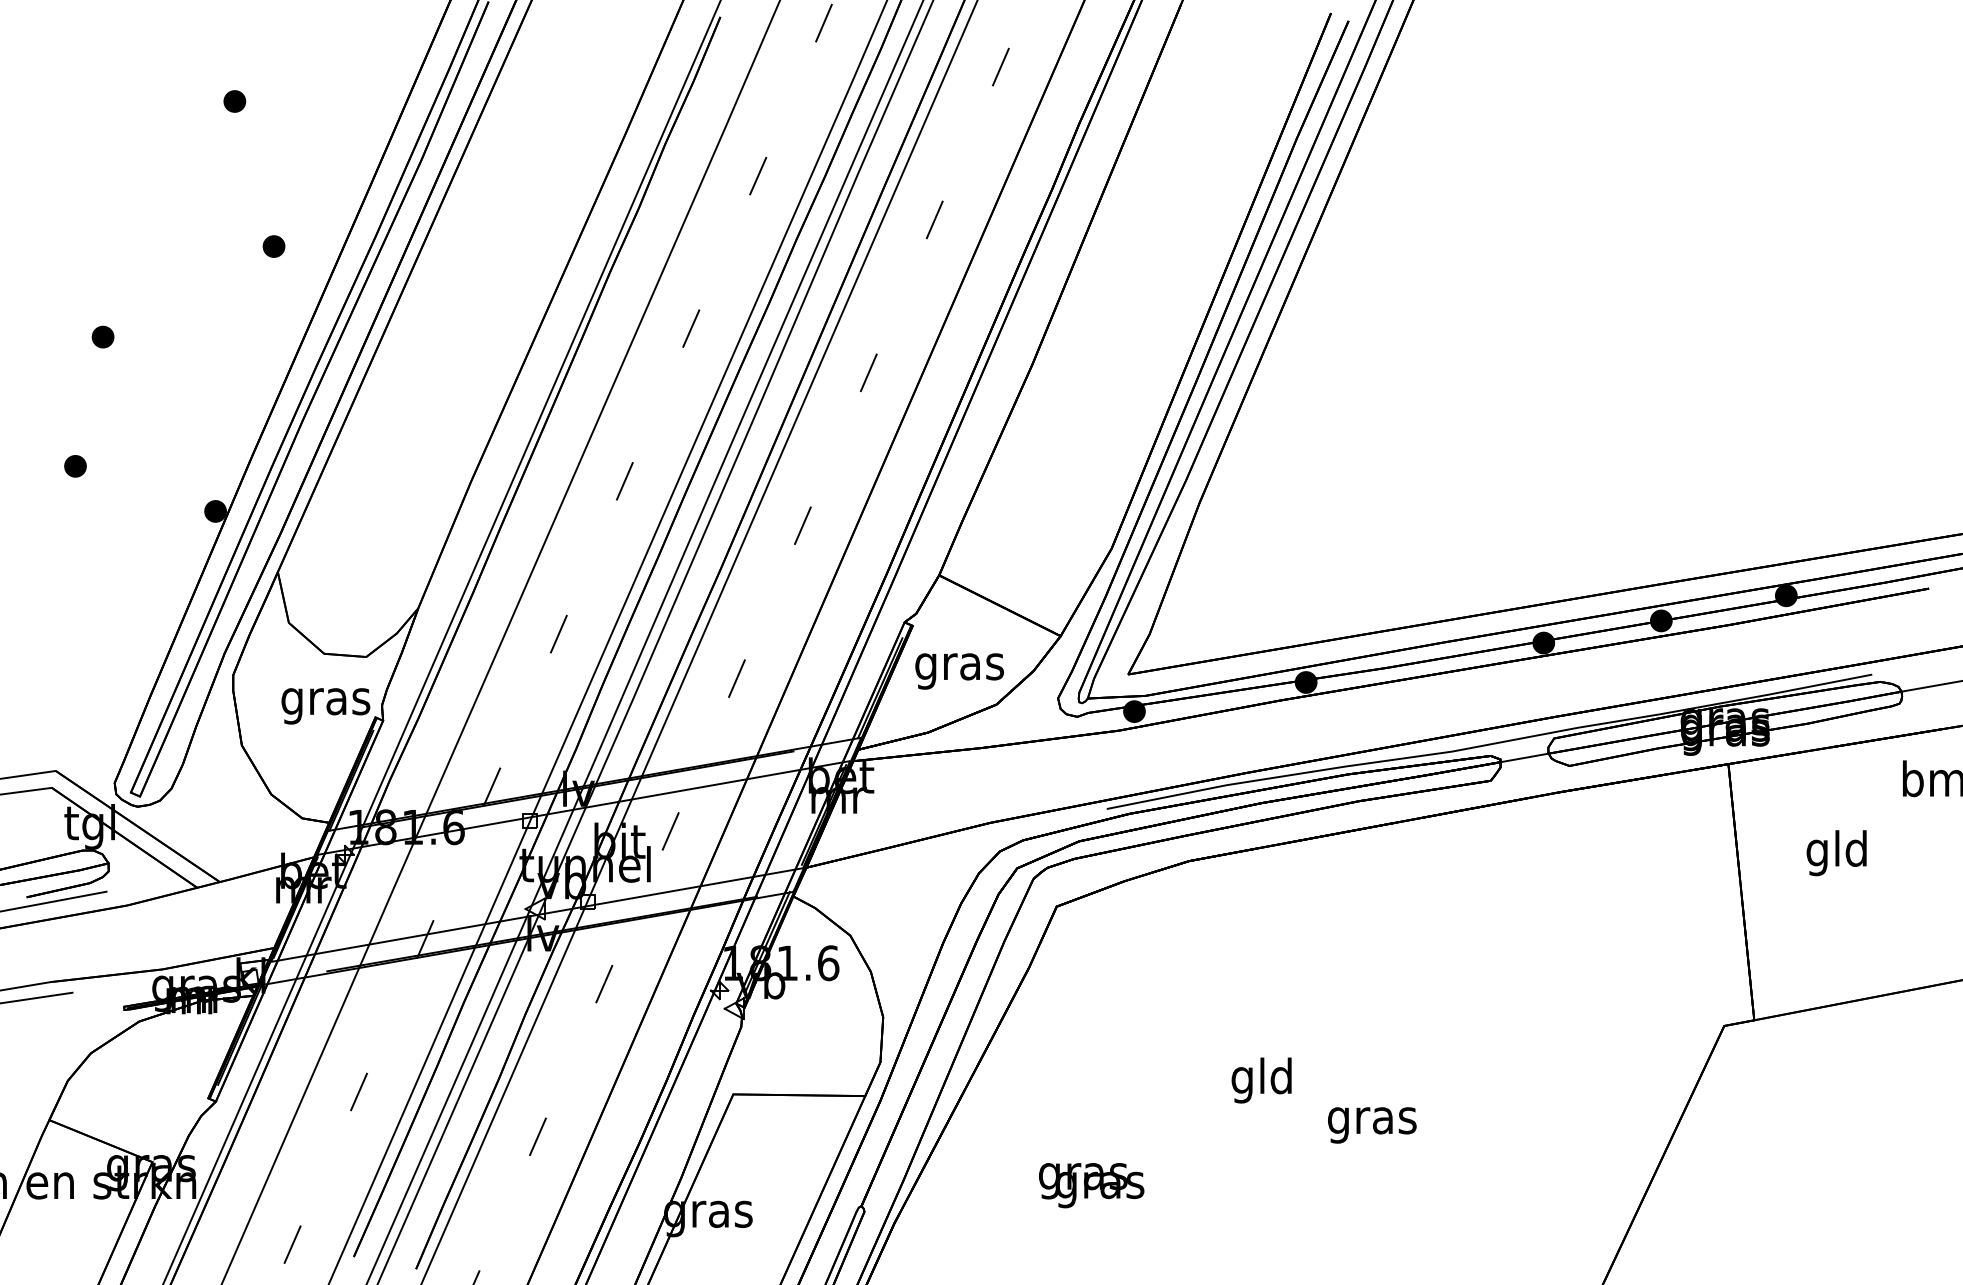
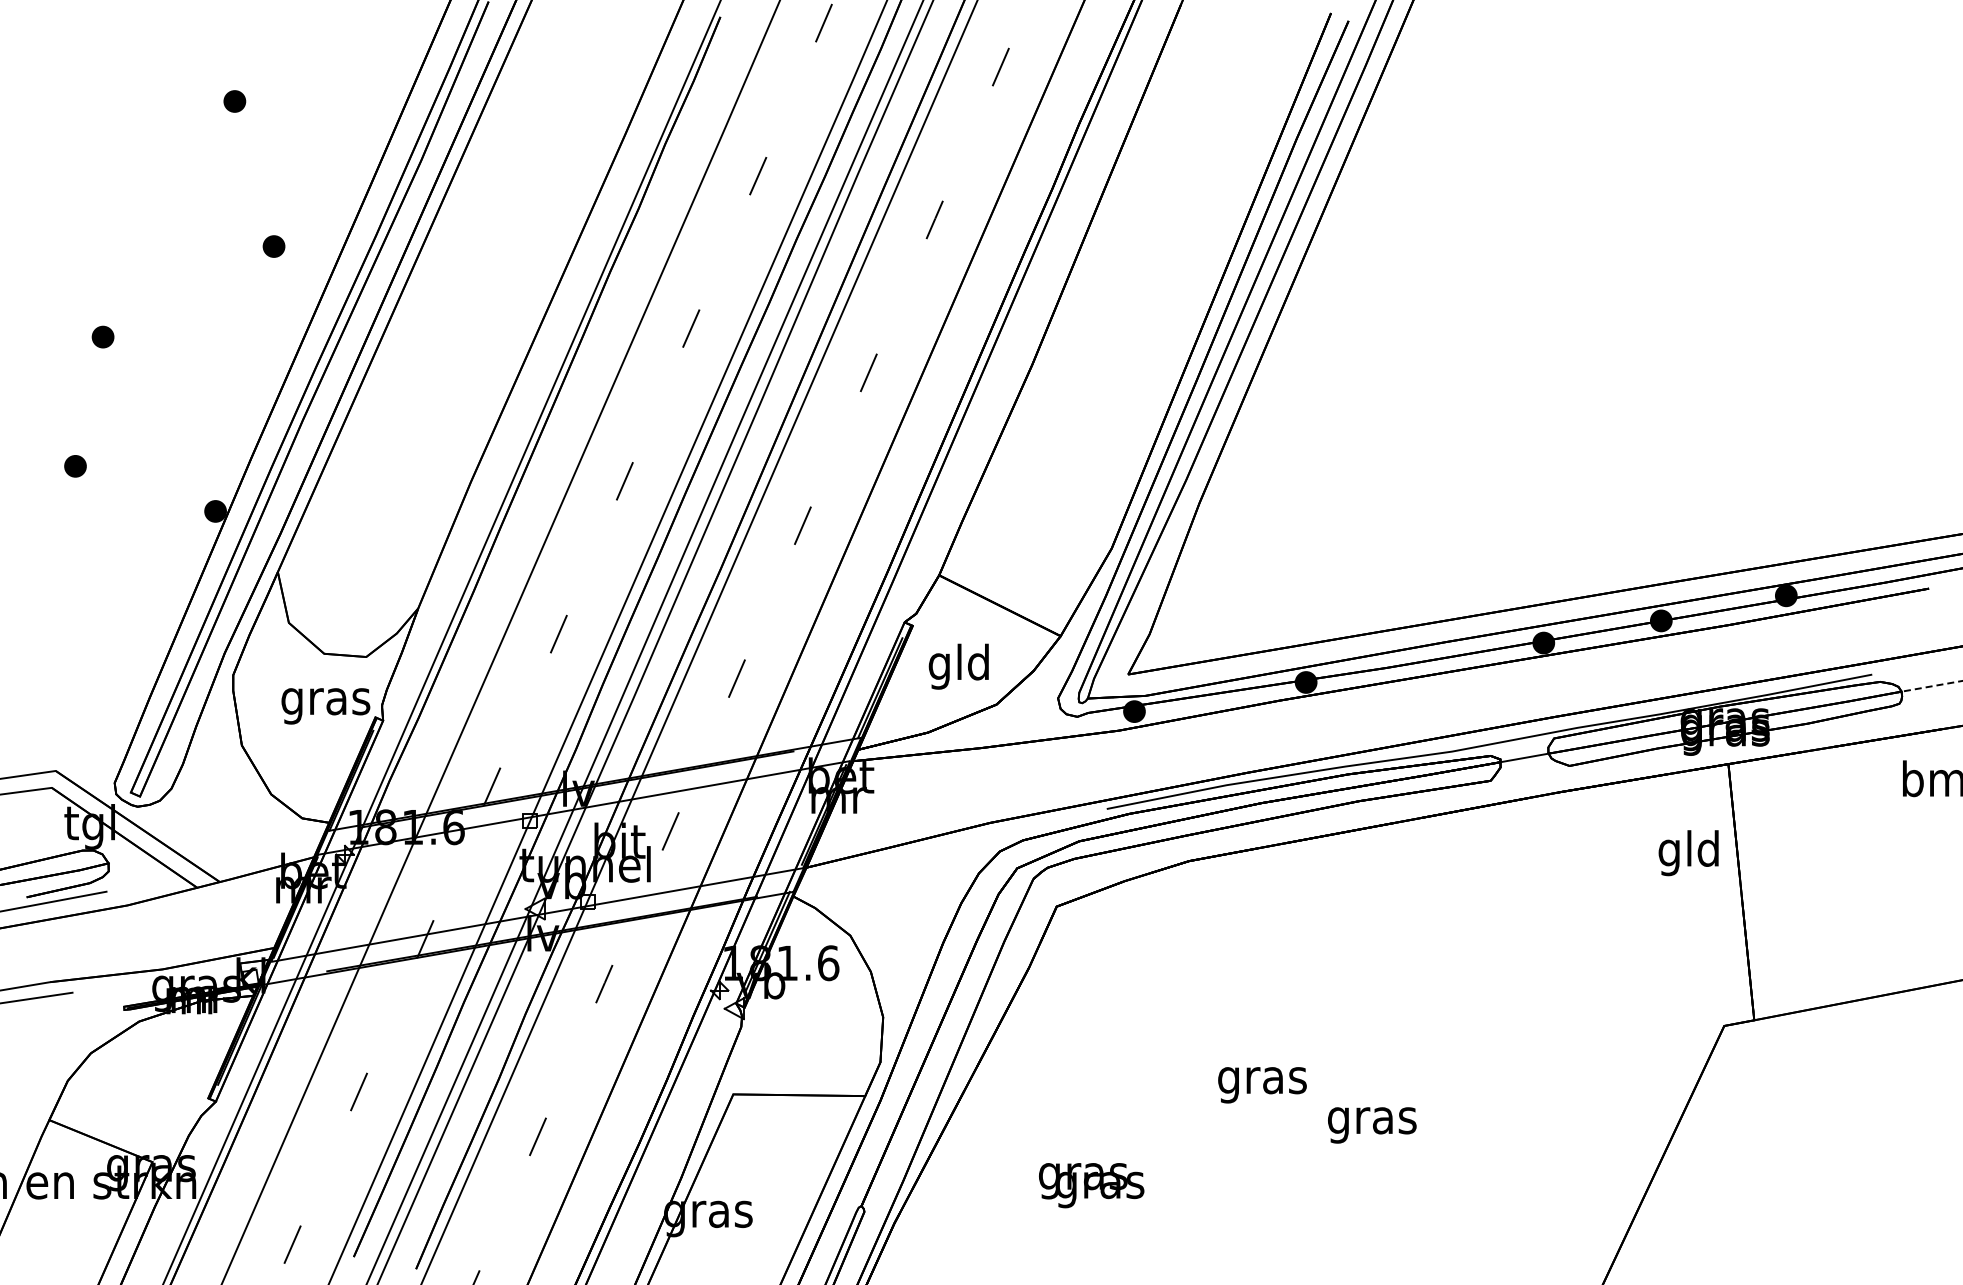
text at (959, 666): gras -> gld
line at (1929, 686): solid -> dashed
text at (1836, 853) position: (1836, 853) -> (1688, 853)
text at (1262, 1080): gld -> gras
